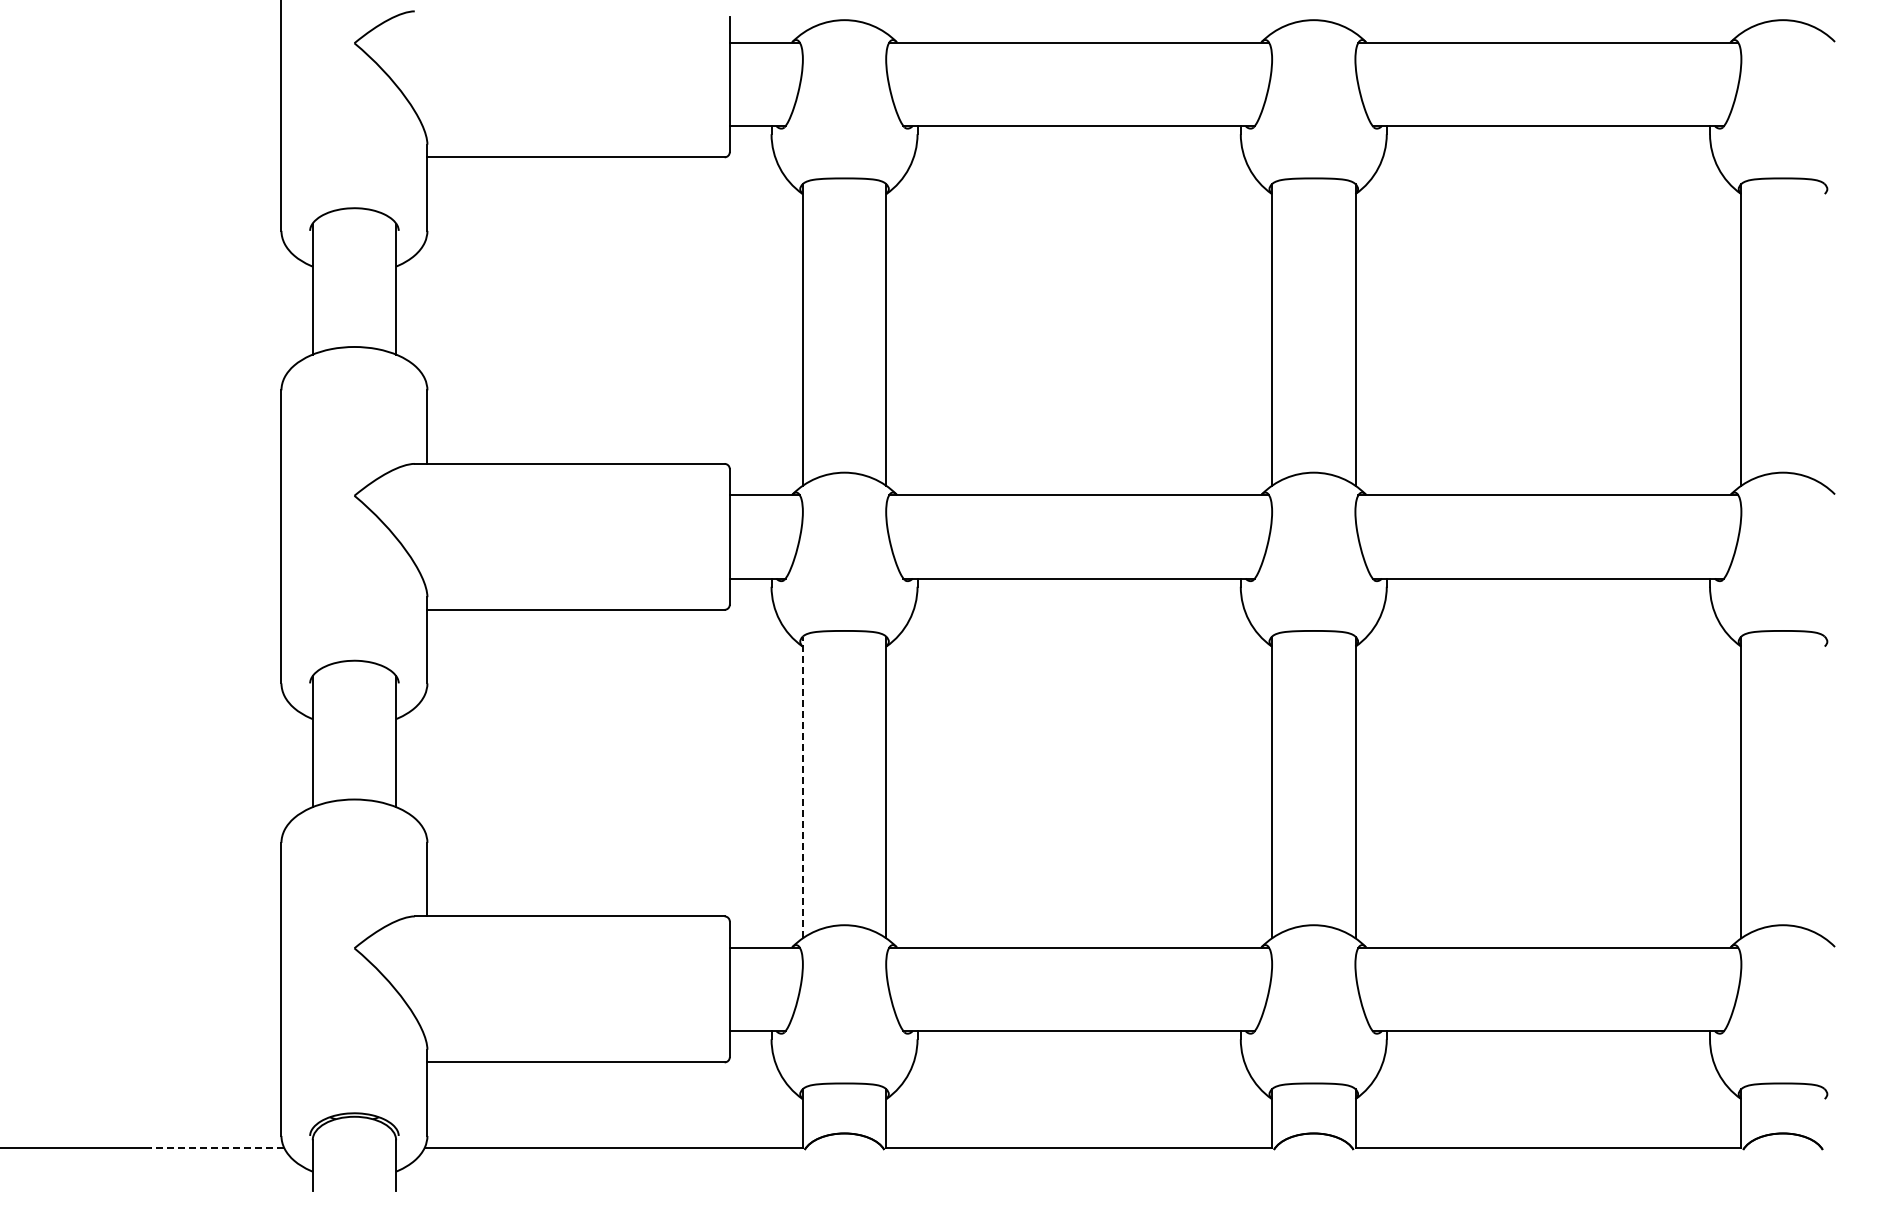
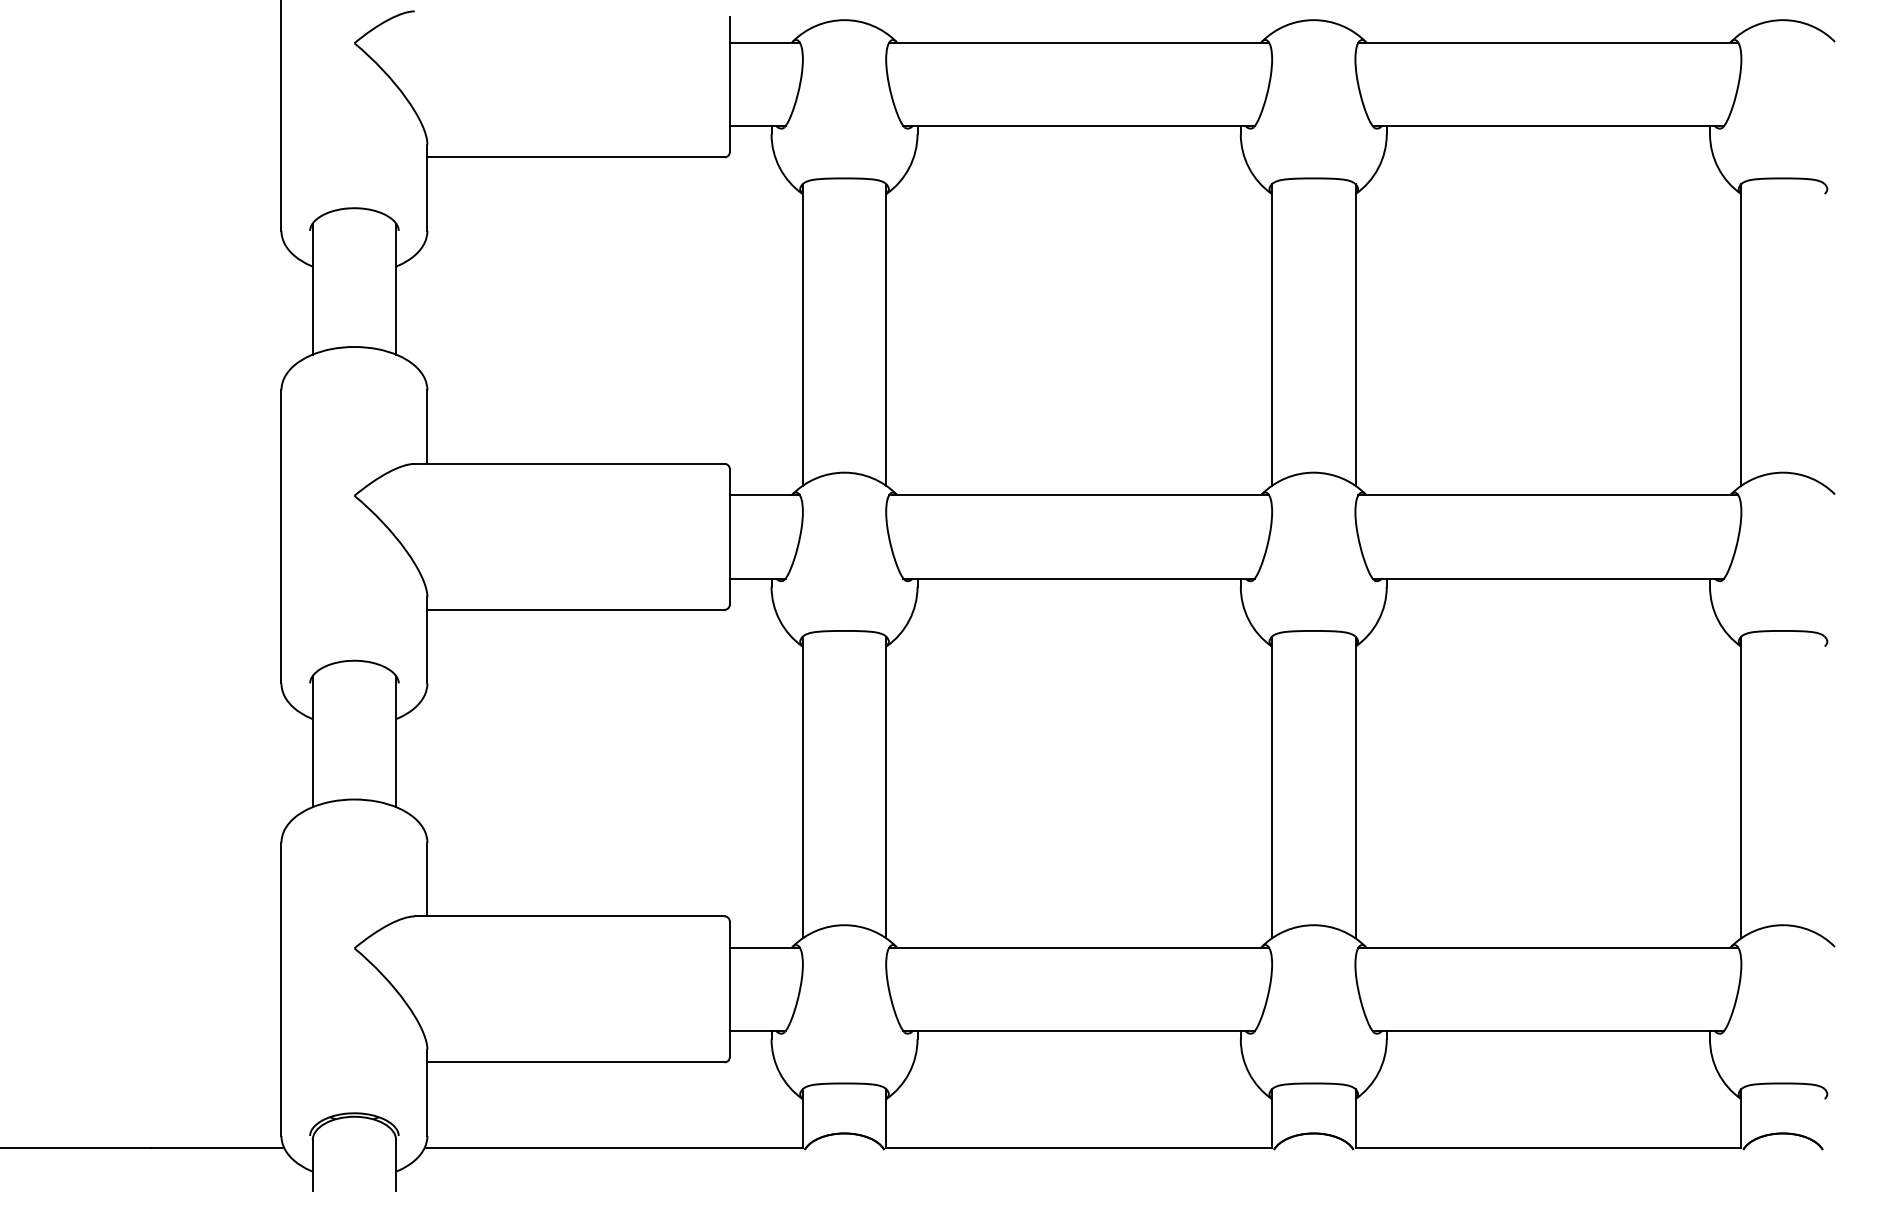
line at (802, 787): dashed -> solid
line at (217, 1148): dashed -> solid
